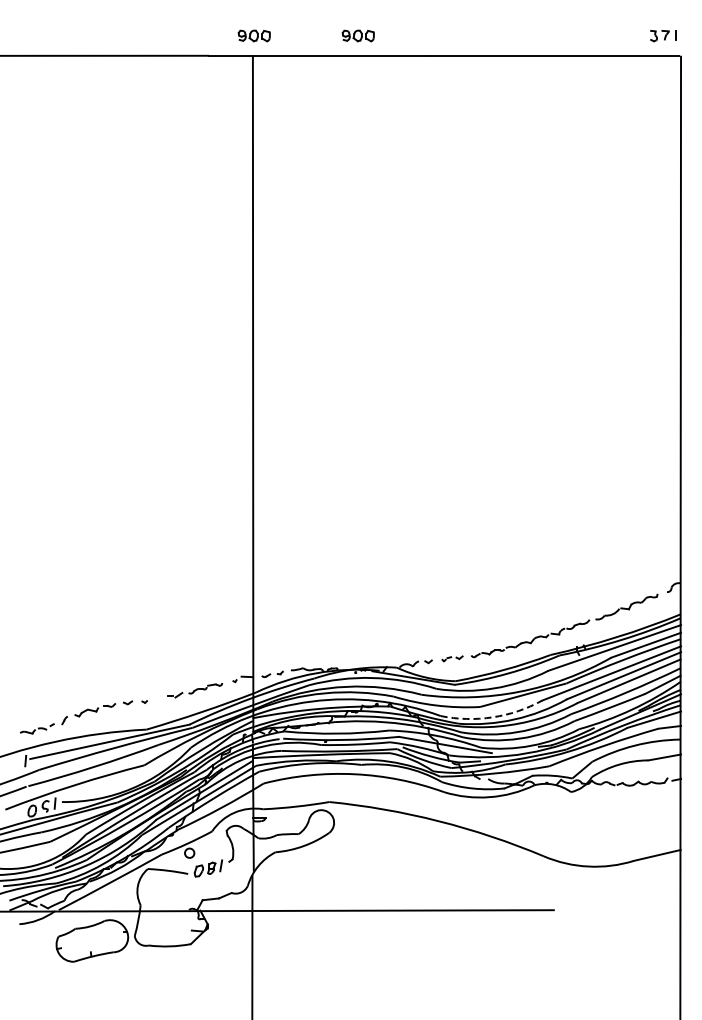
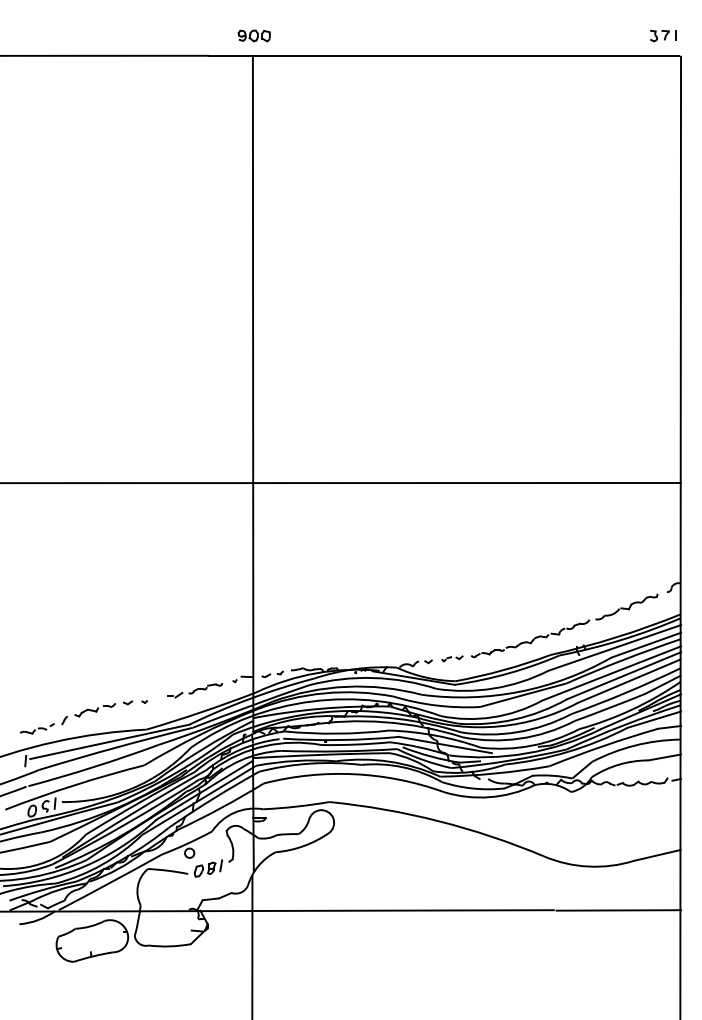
part at (357, 35): present -> none
line at (341, 483): none -> present
arc at (492, 717): dashed -> solid
line at (618, 910): none -> present
